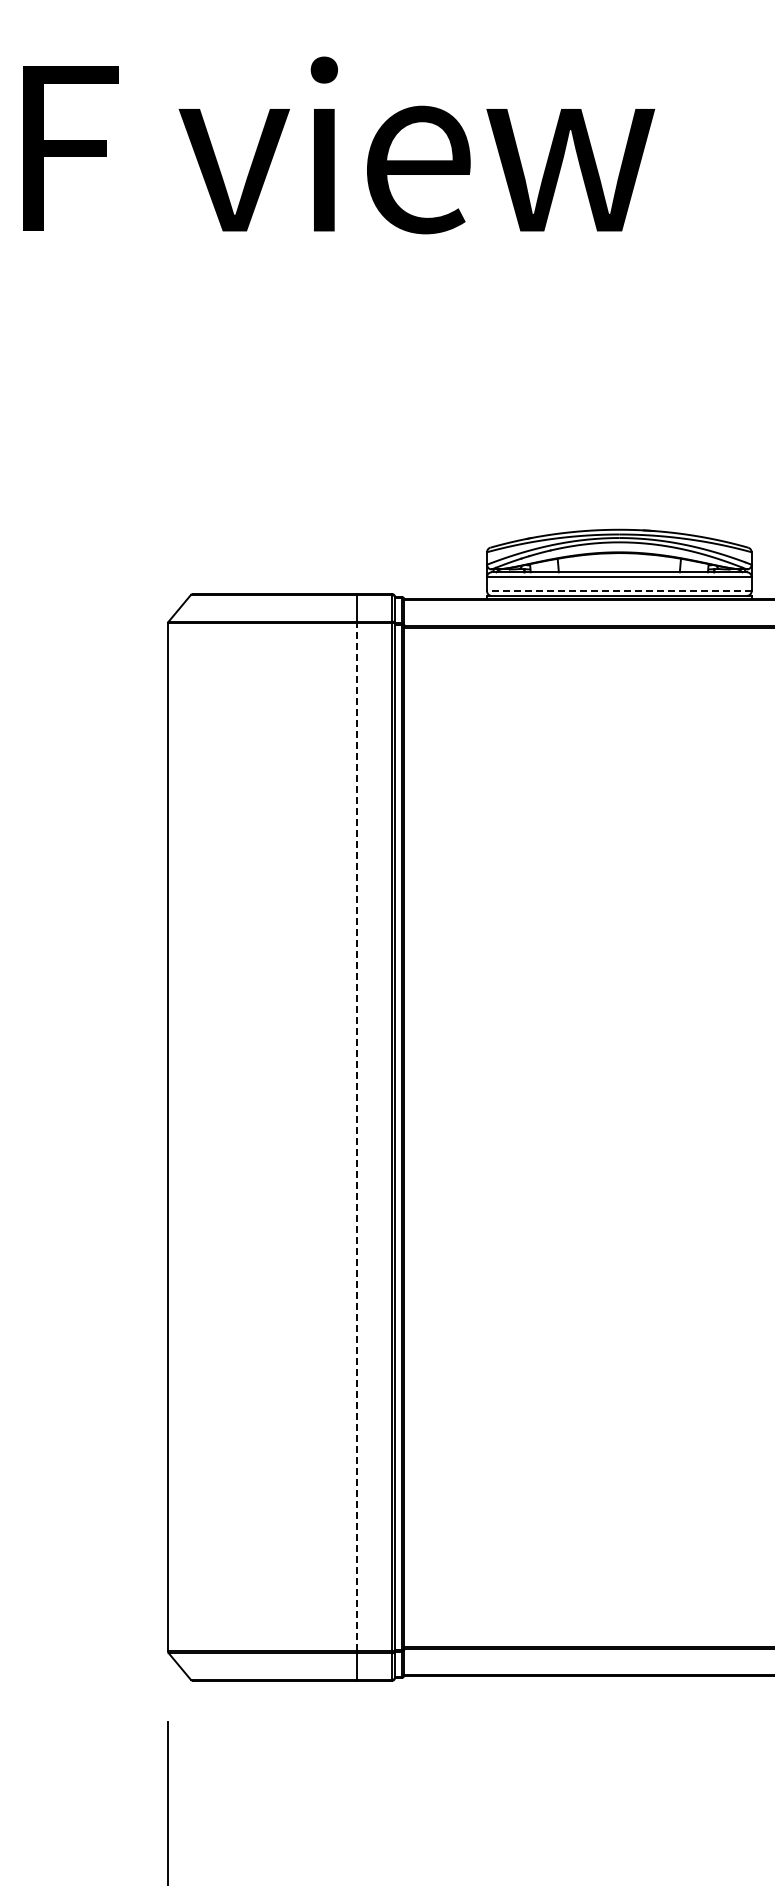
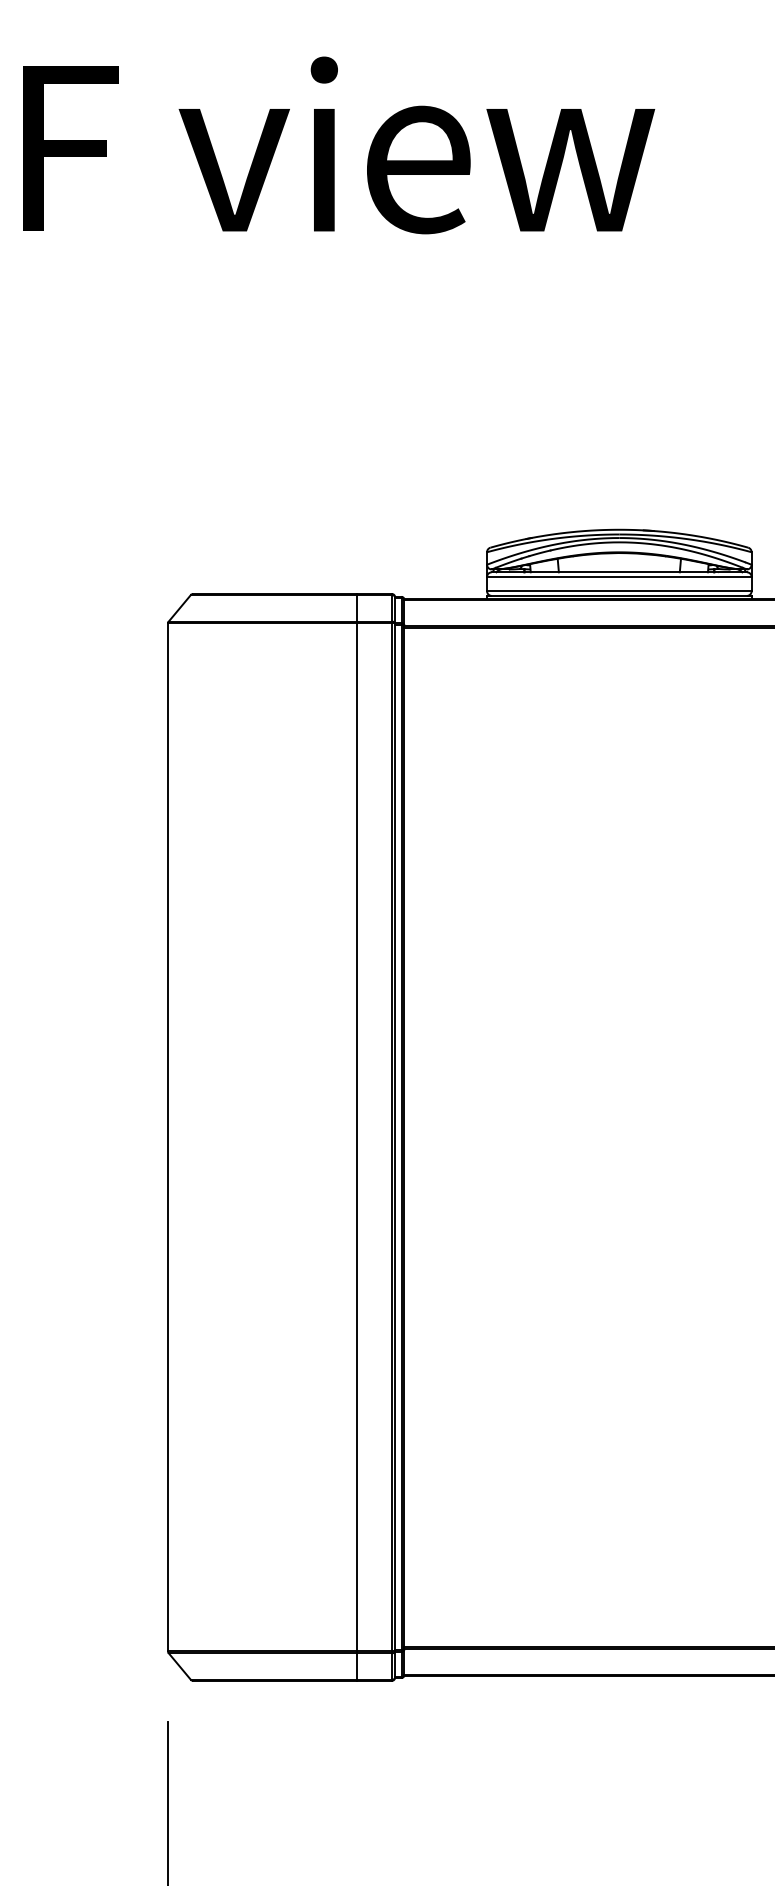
line at (618, 591): dashed -> solid
line at (357, 1136): dashed -> solid
